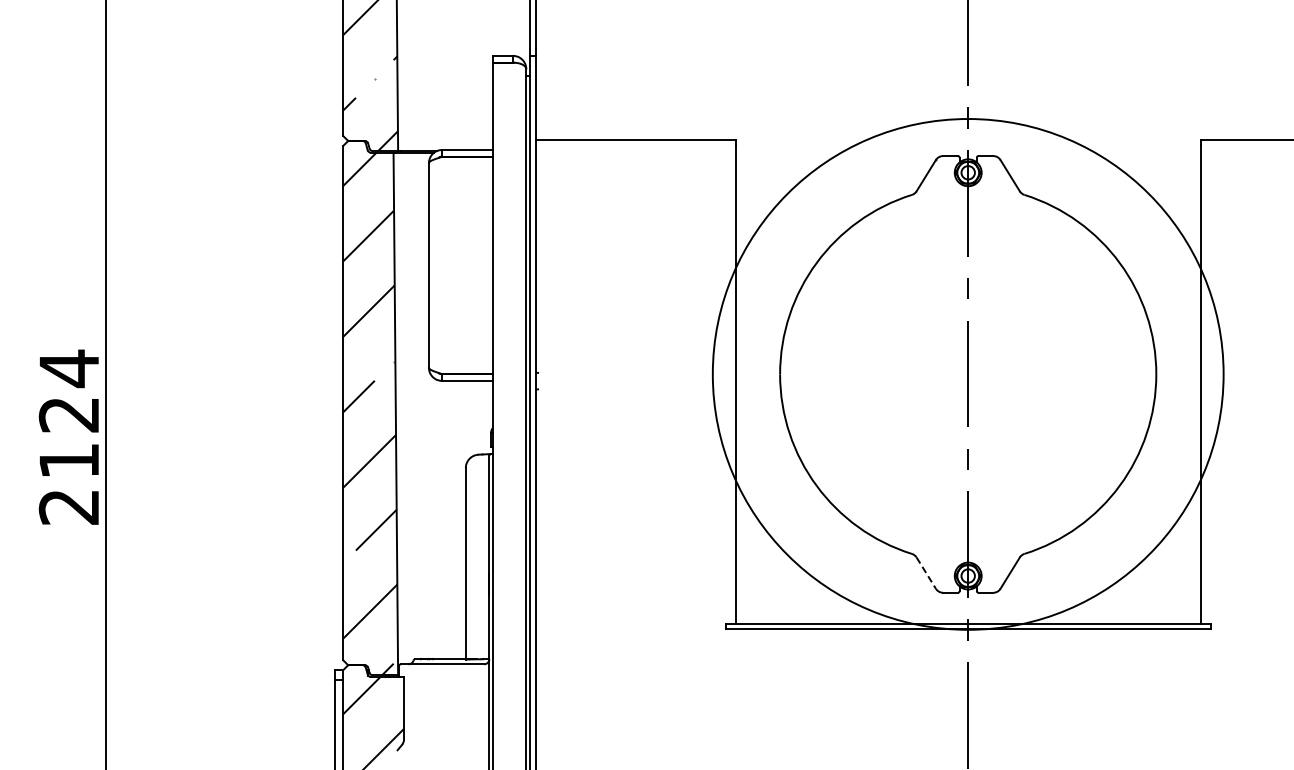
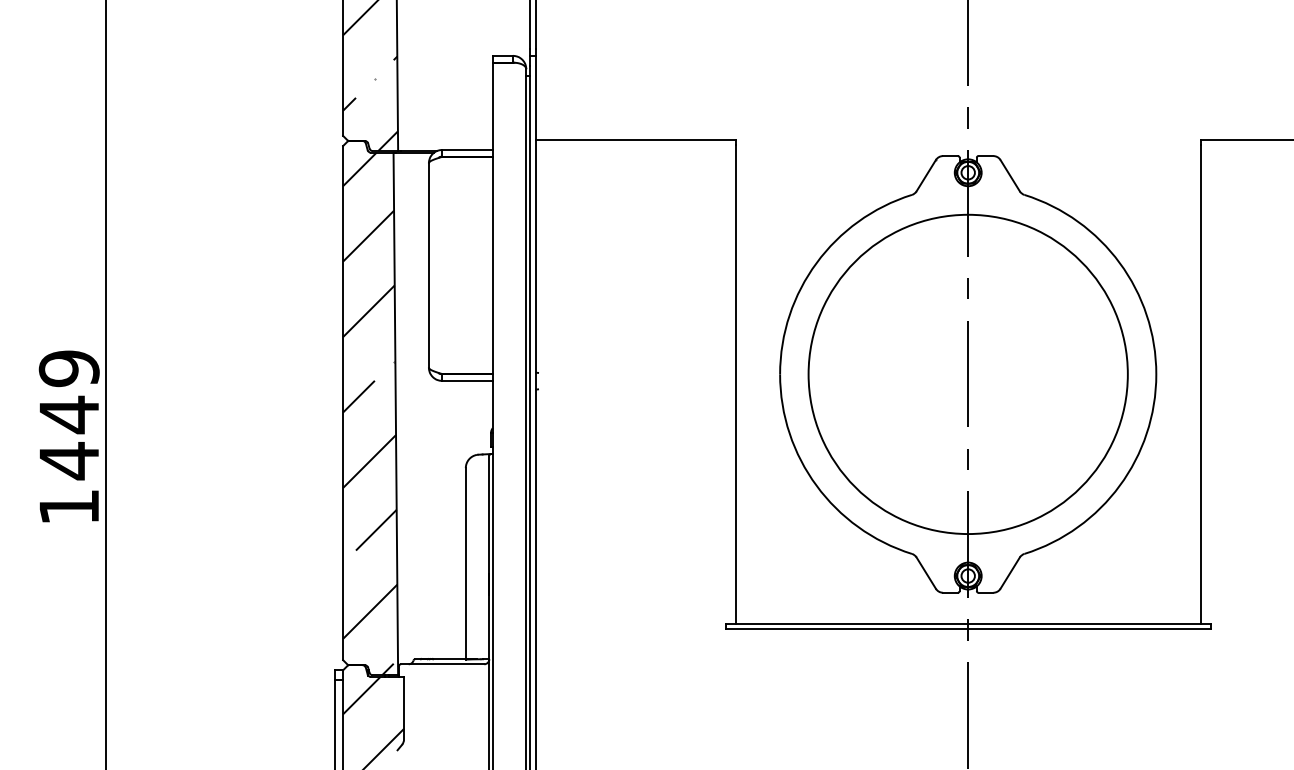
circle at (967, 374) diameter: 511 px -> 319 px
text at (68, 436): 2124 -> 1449
line at (926, 573): dashed -> solid
